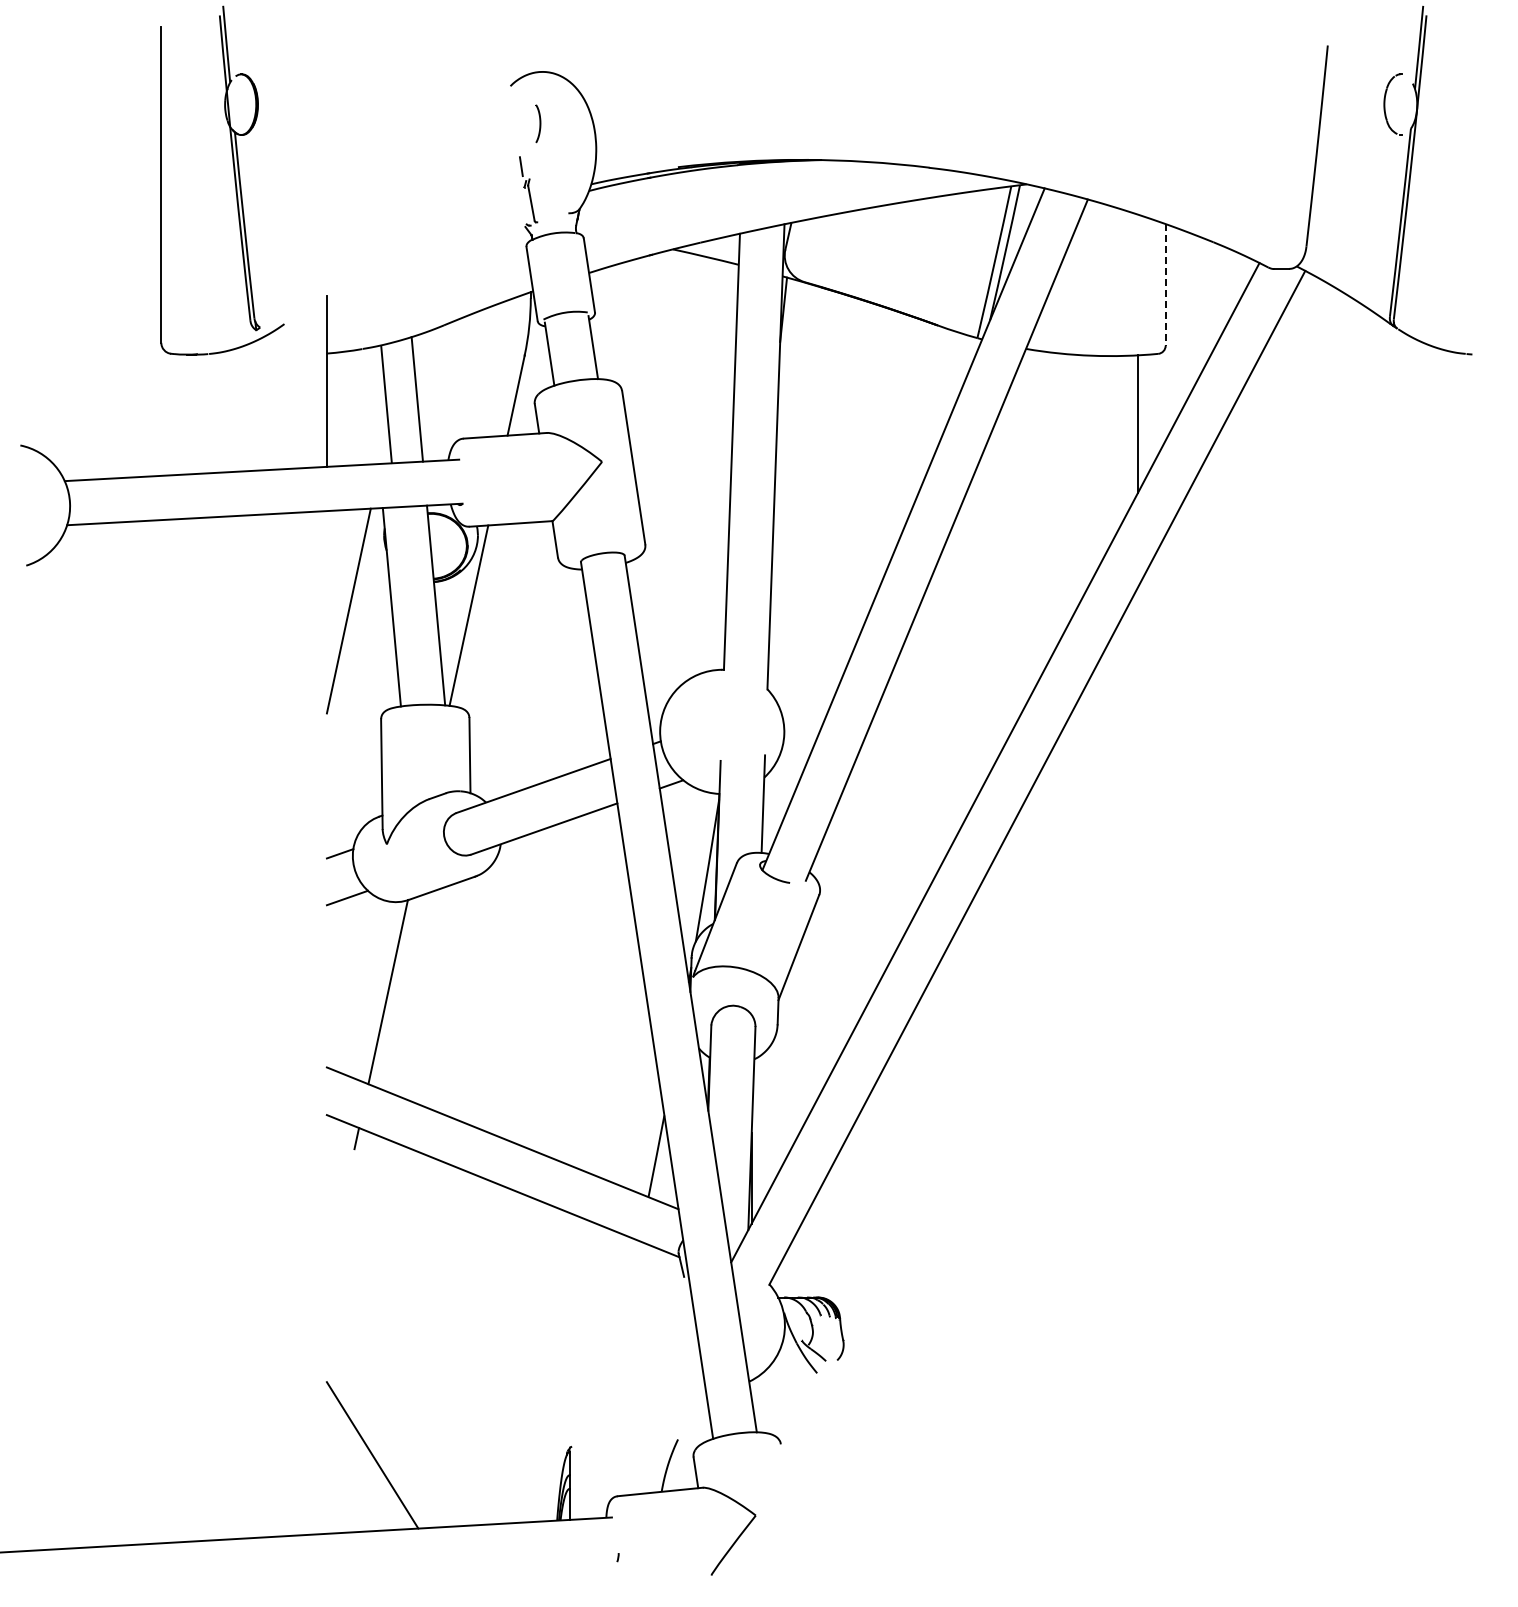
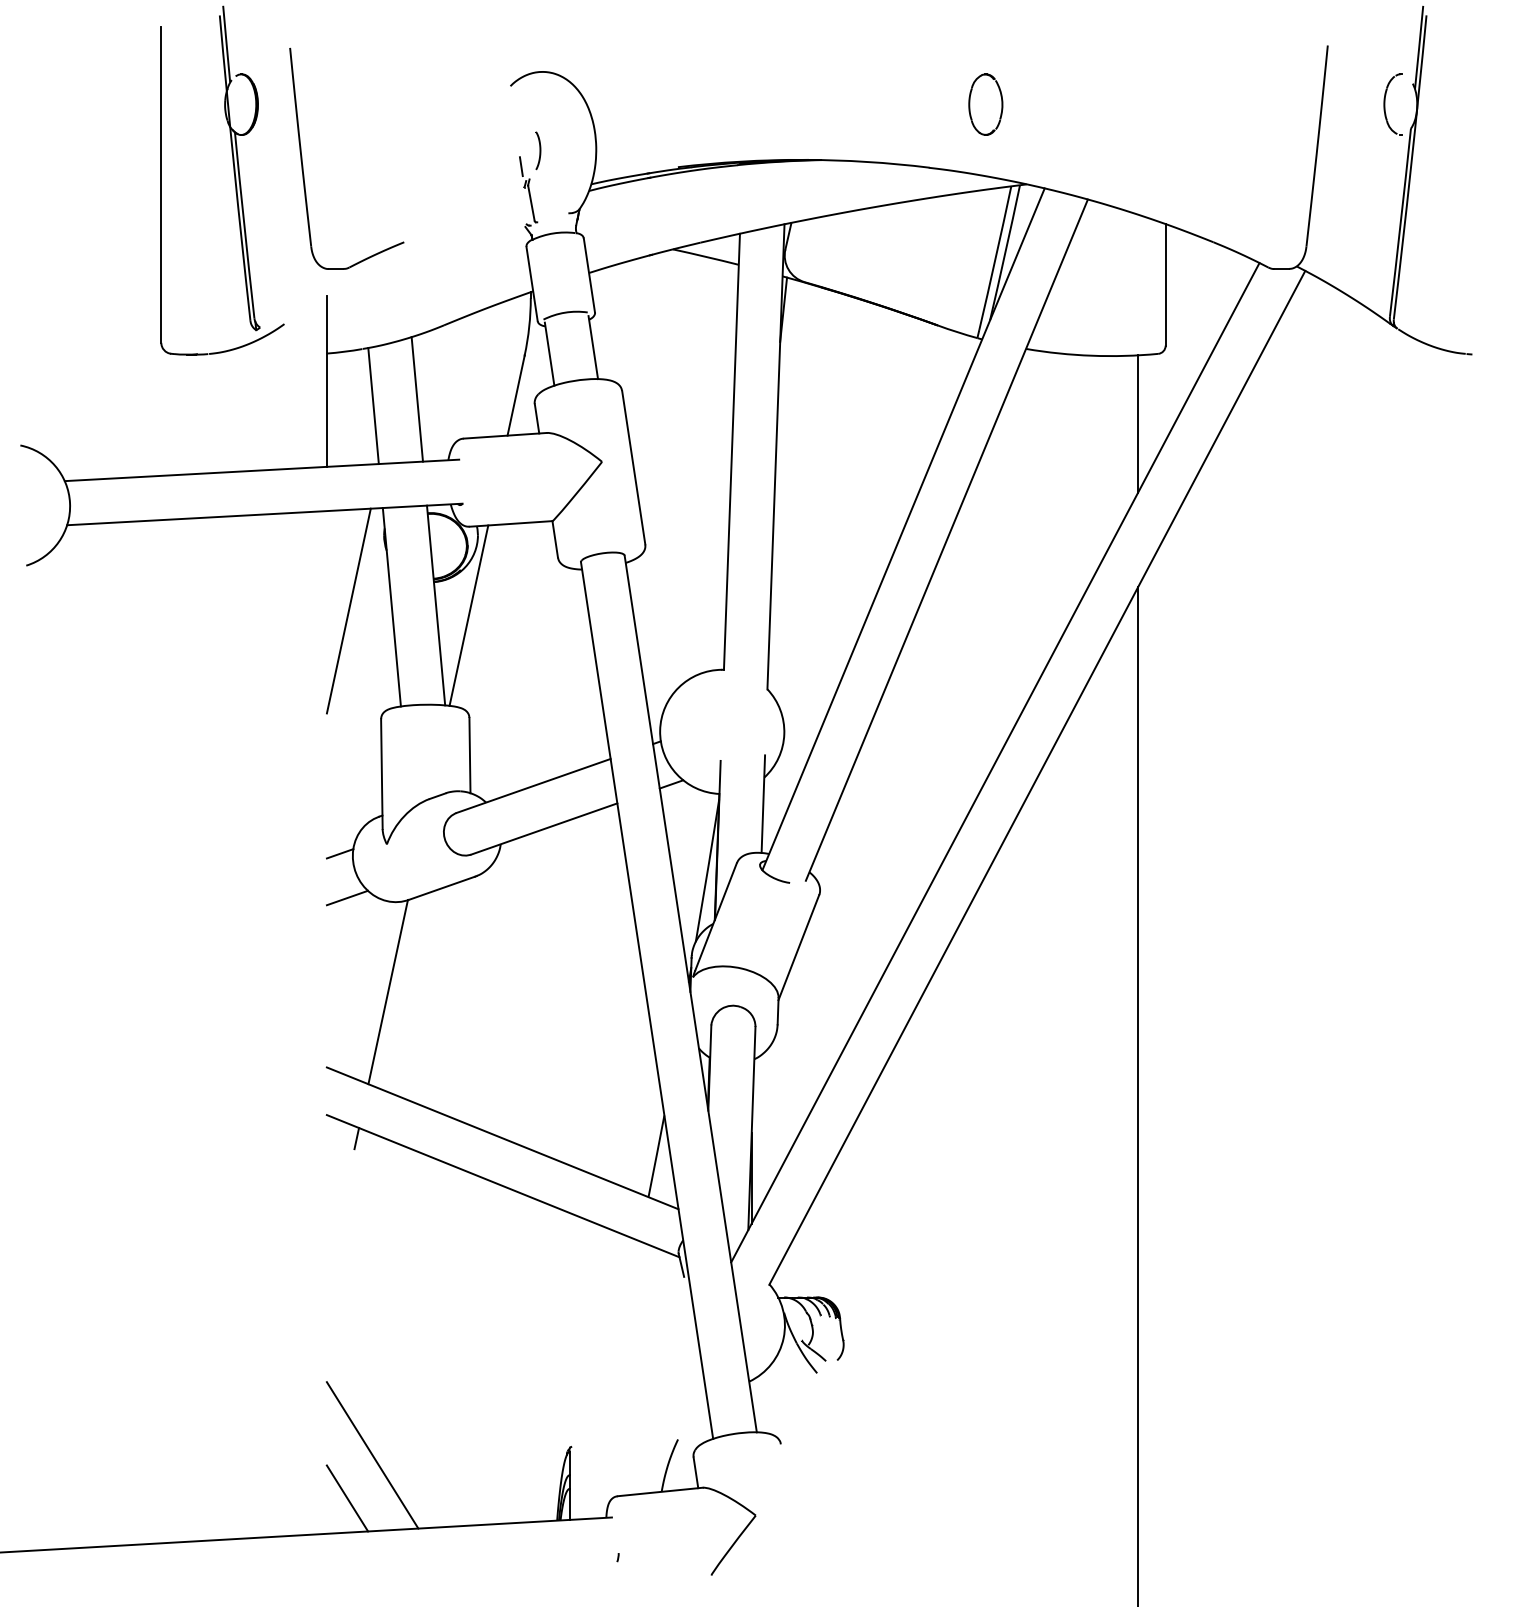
part at (985, 104): none -> present
curve at (539, 123) position: (539, 123) -> (539, 150)
part at (303, 165): none -> present
line at (1165, 284): dashed -> solid
line at (386, 405) position: (386, 405) -> (373, 406)
line at (1138, 1095): none -> present
line at (347, 1498): none -> present
